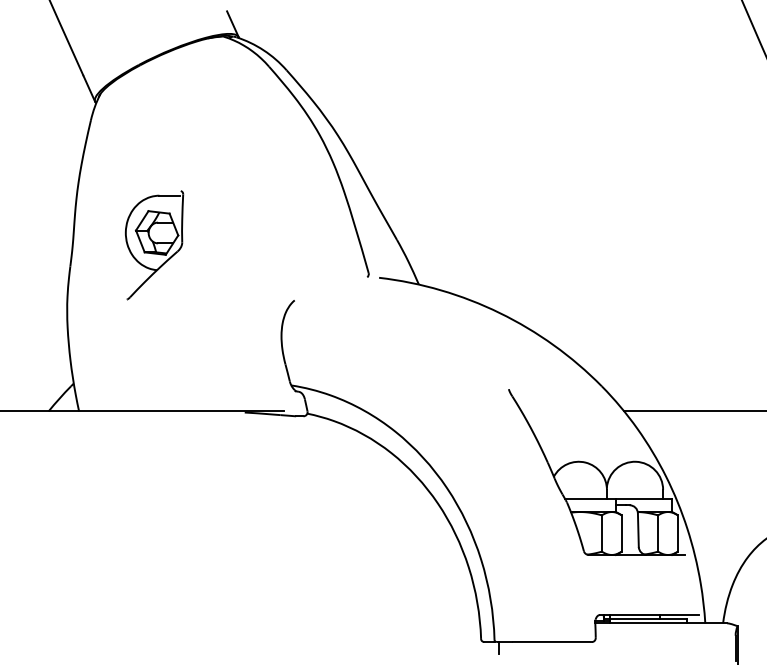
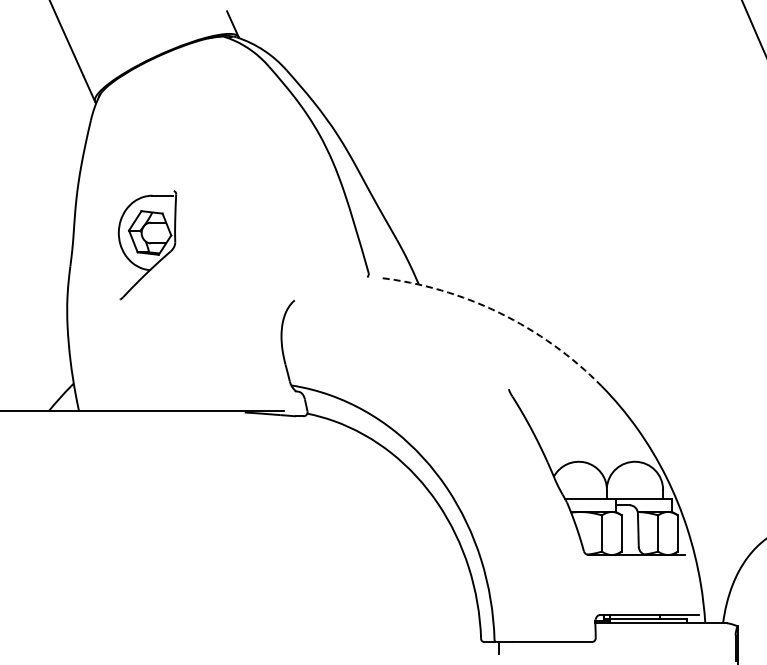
part at (154, 245) position: (154, 245) -> (147, 245)
arc at (499, 313): solid -> dashed
line at (693, 411): present -> none
